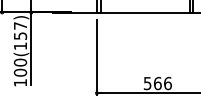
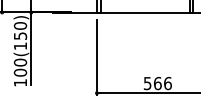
text at (20, 25): 100(157) -> 100(150)
